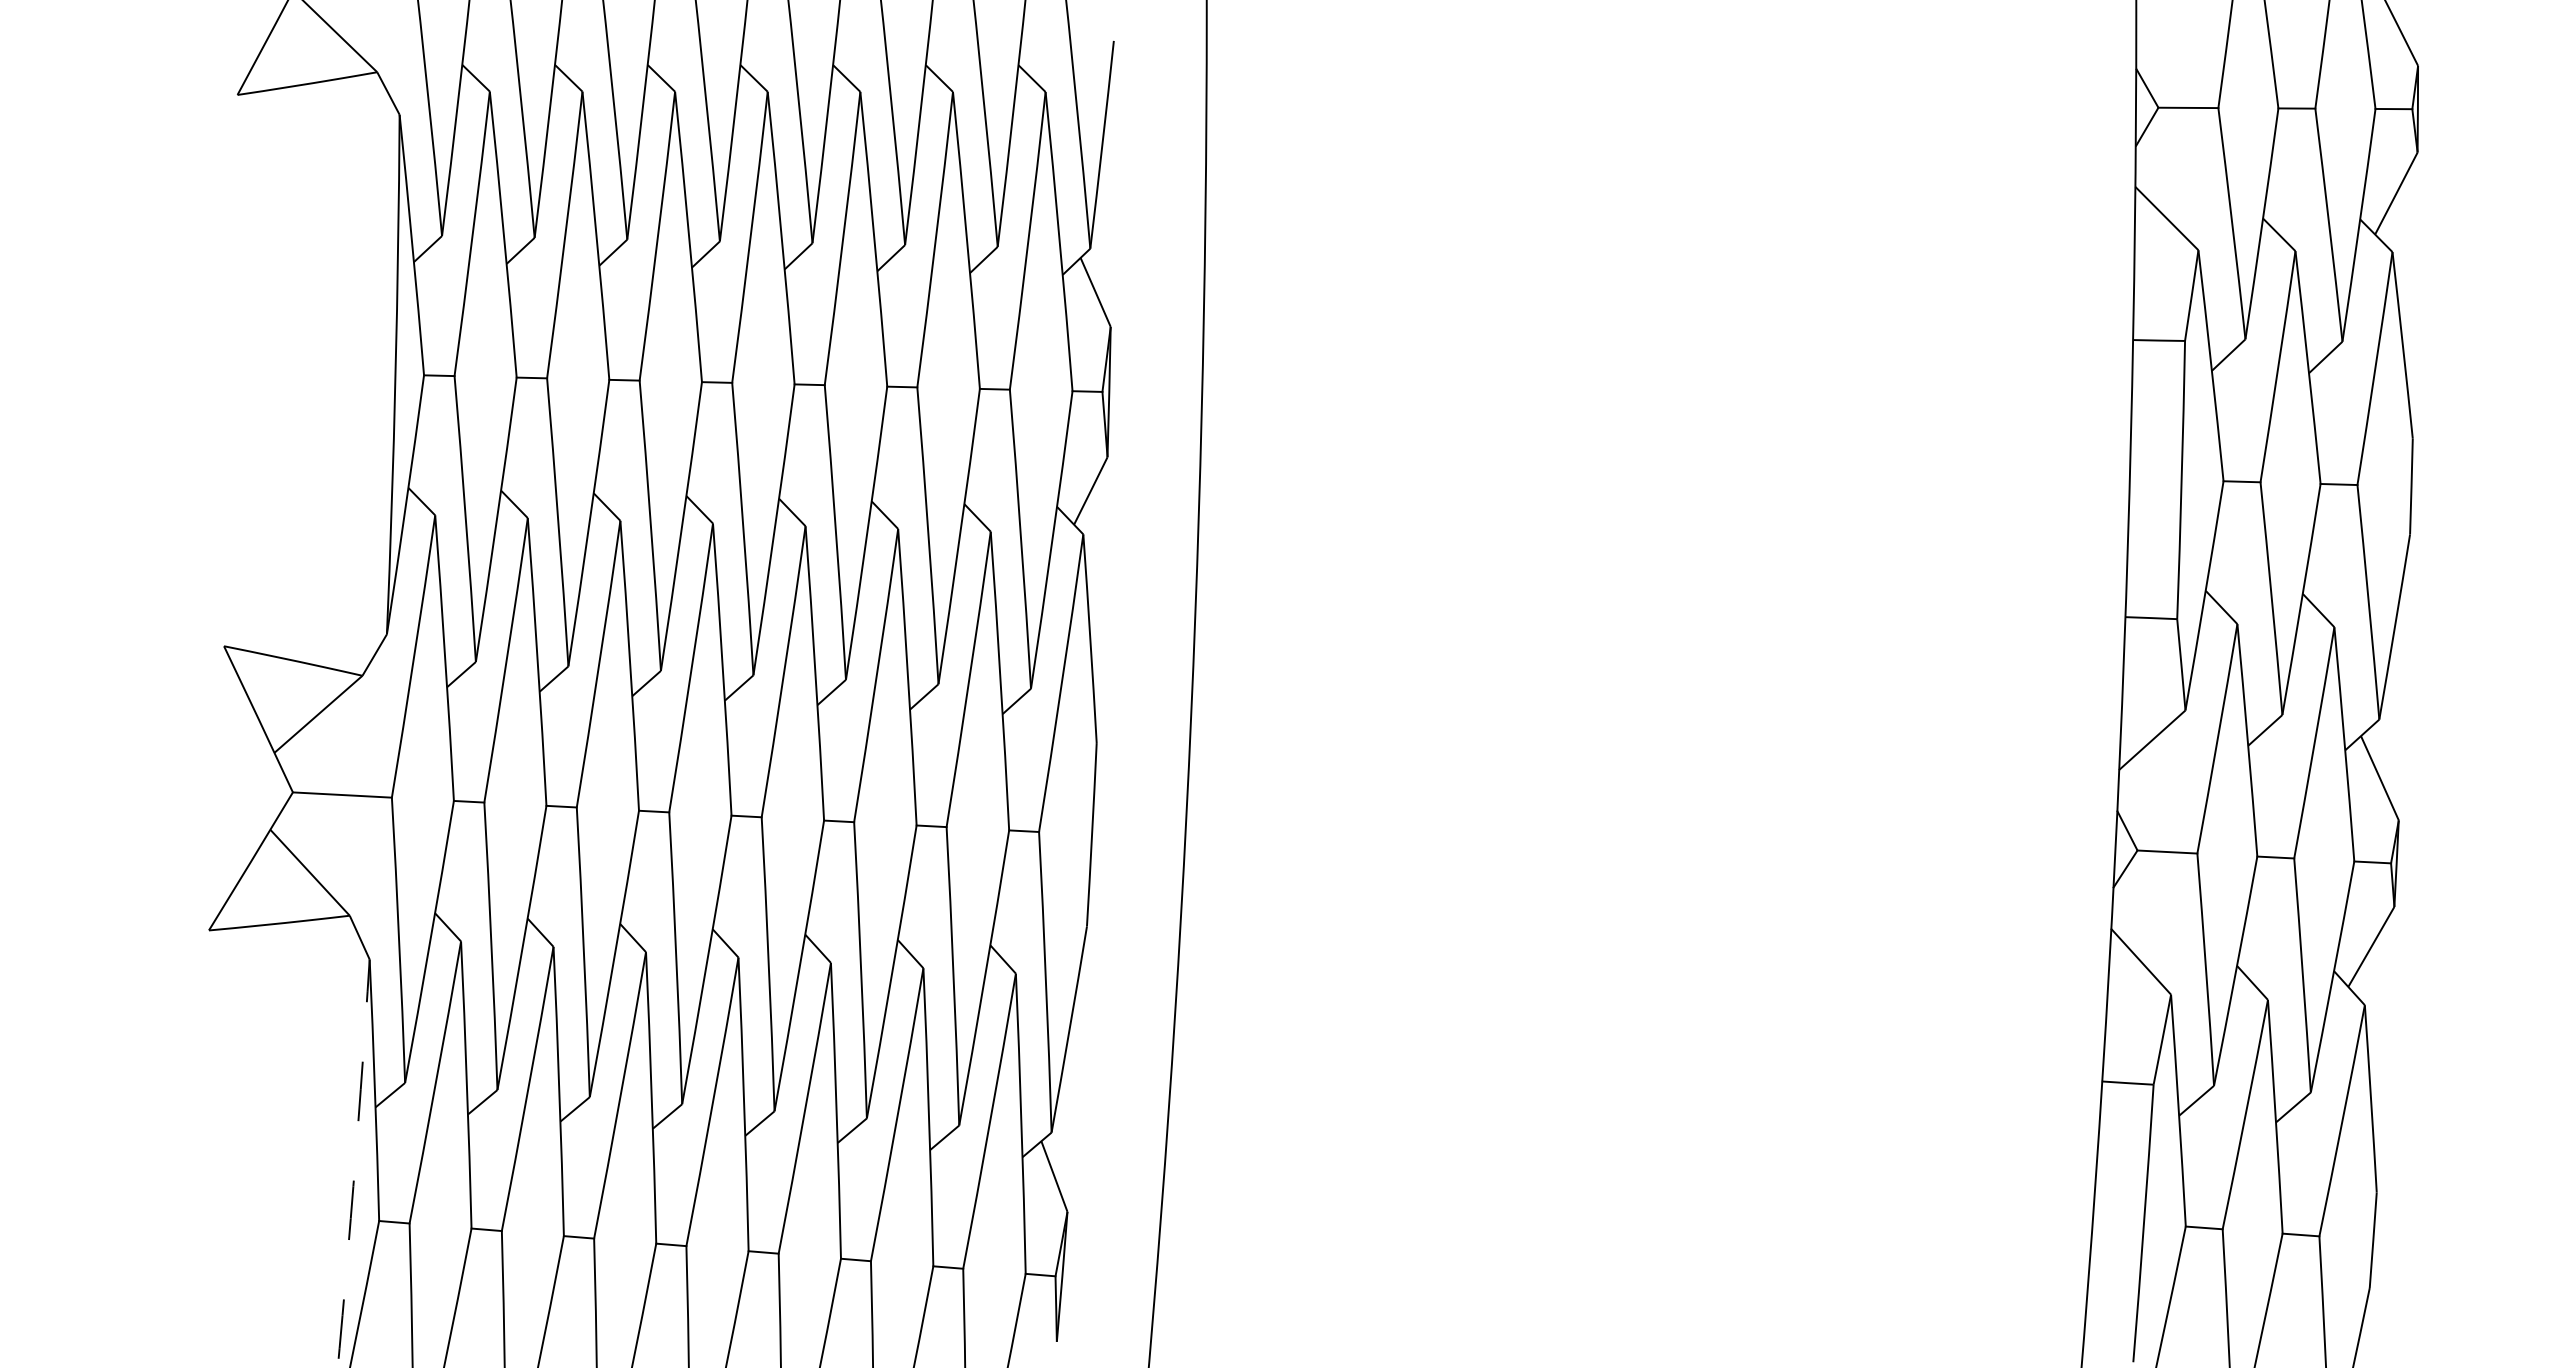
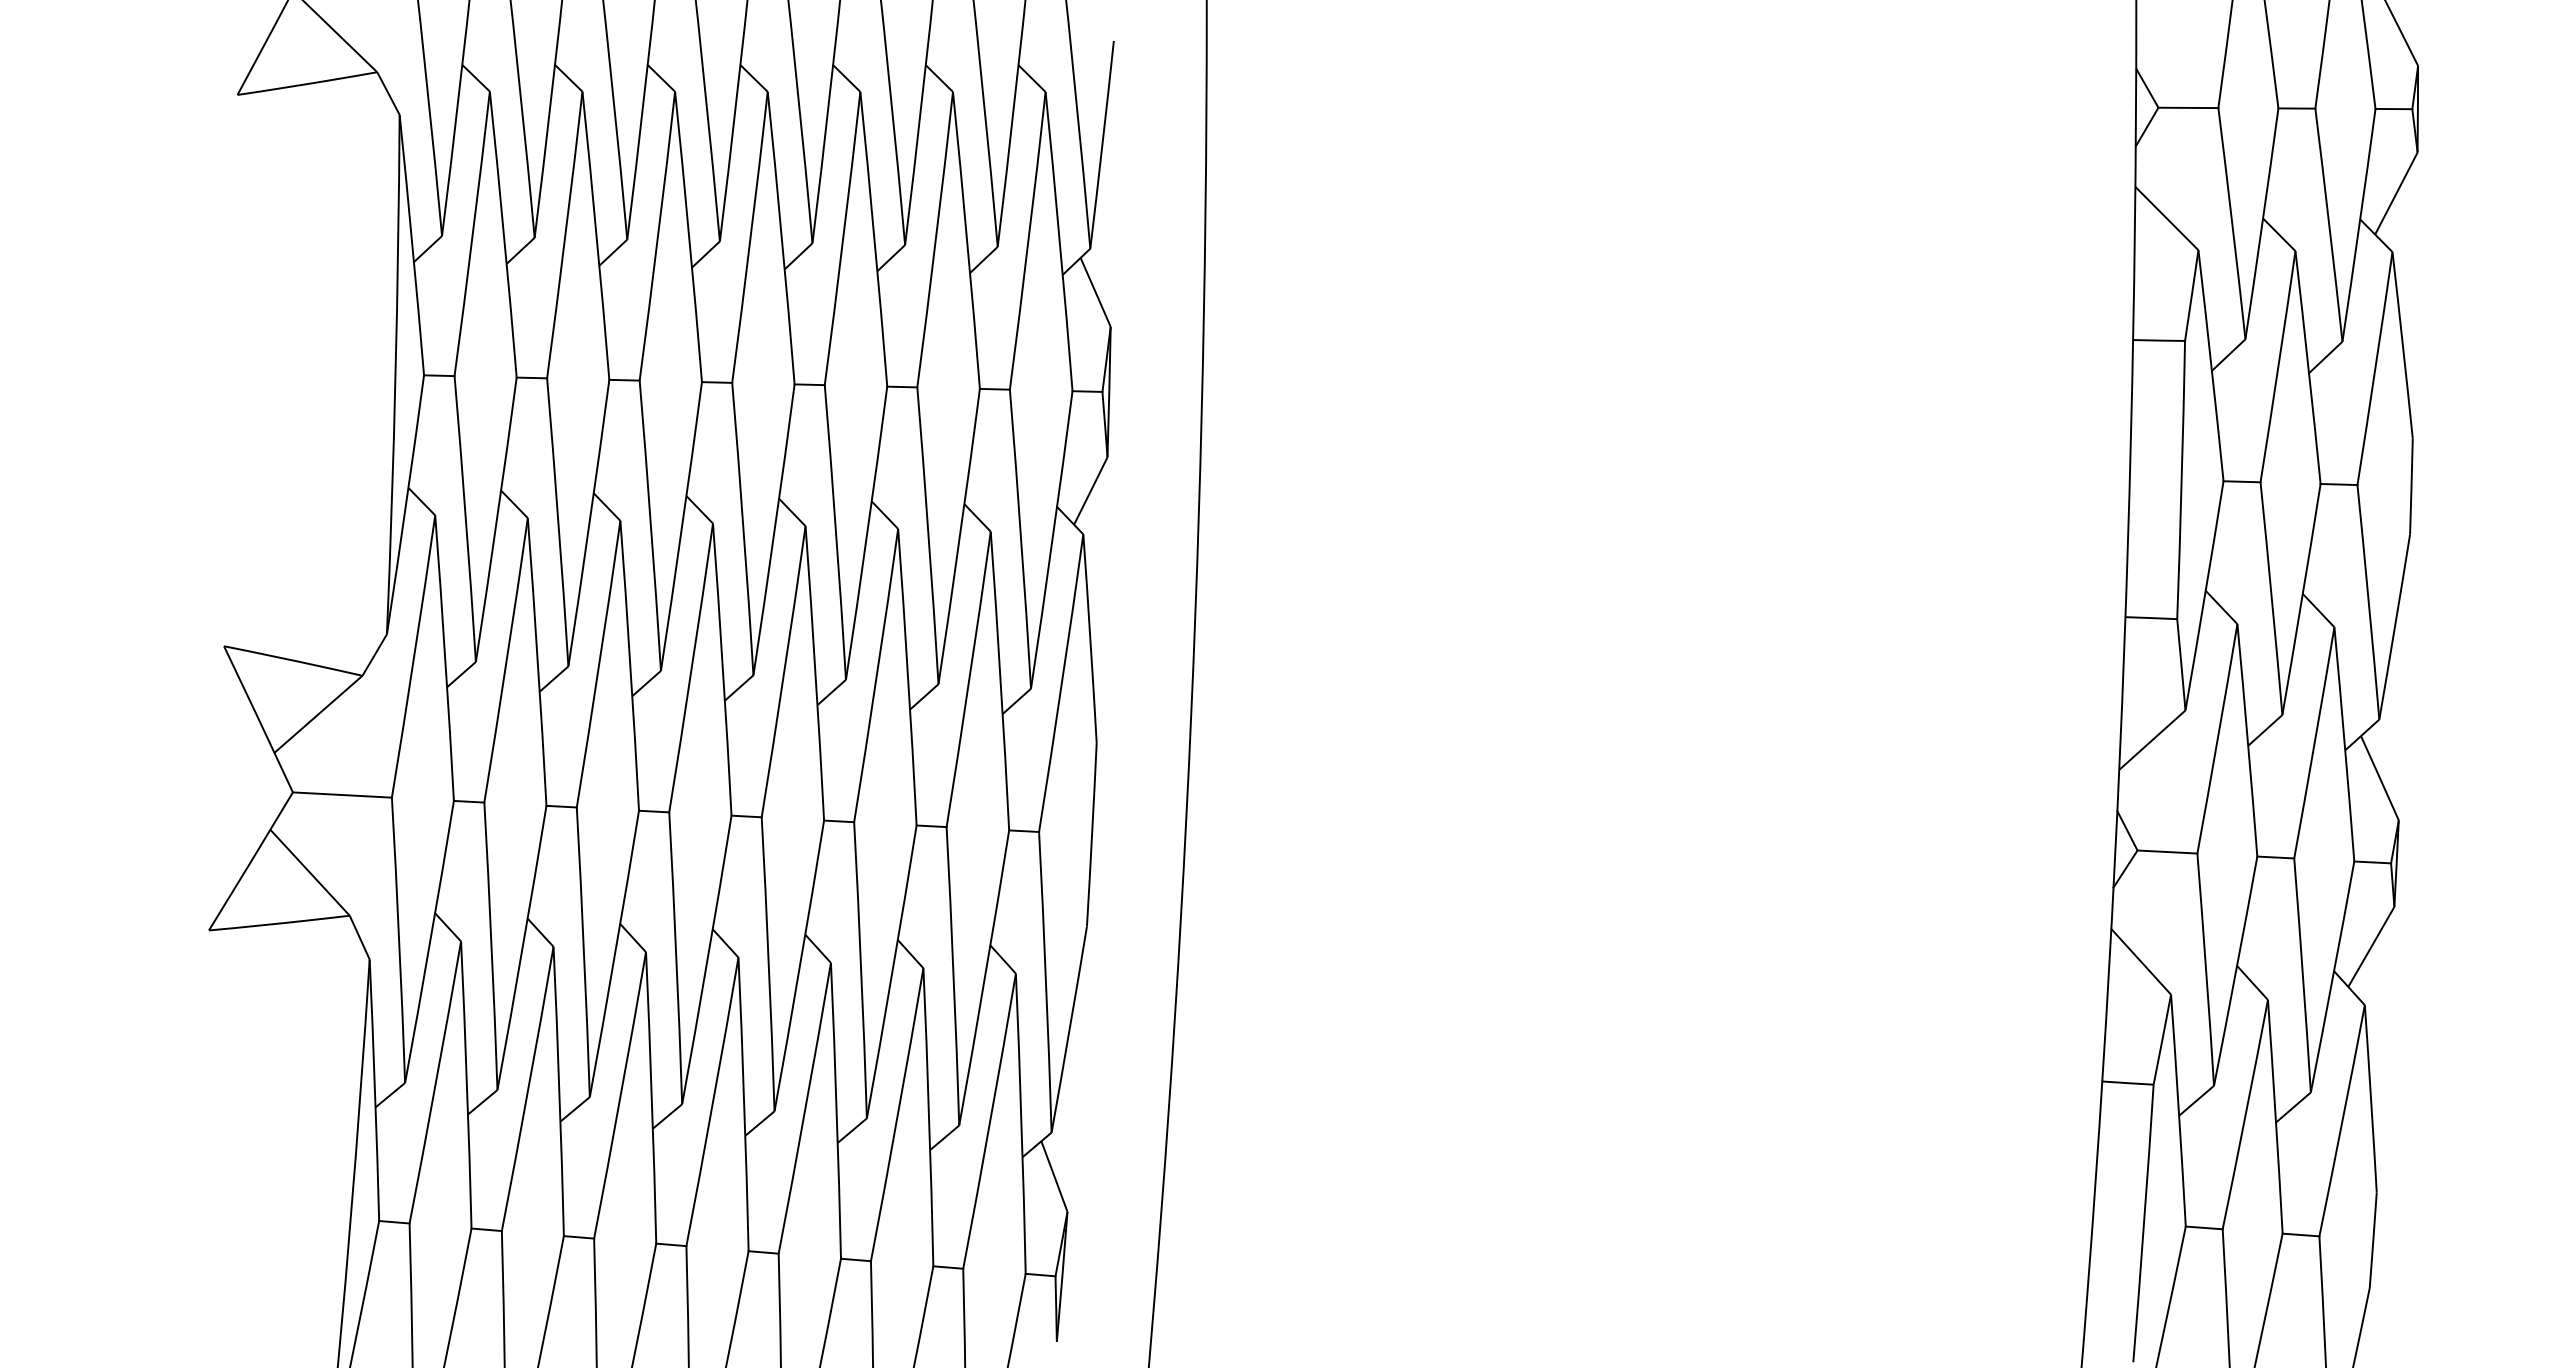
arc at (355, 1163): dashed -> solid
